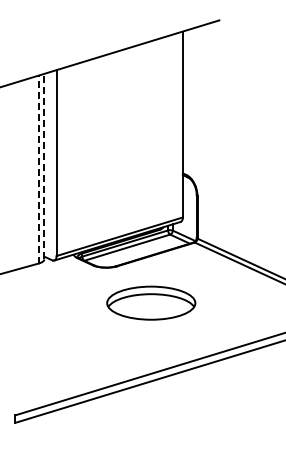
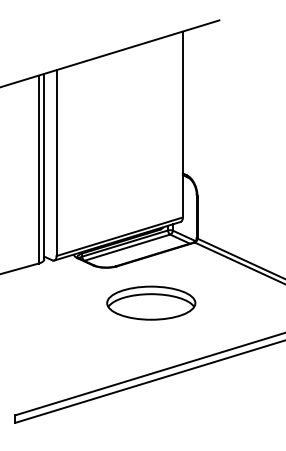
line at (44, 166): dashed -> solid
line at (38, 169): dashed -> solid
